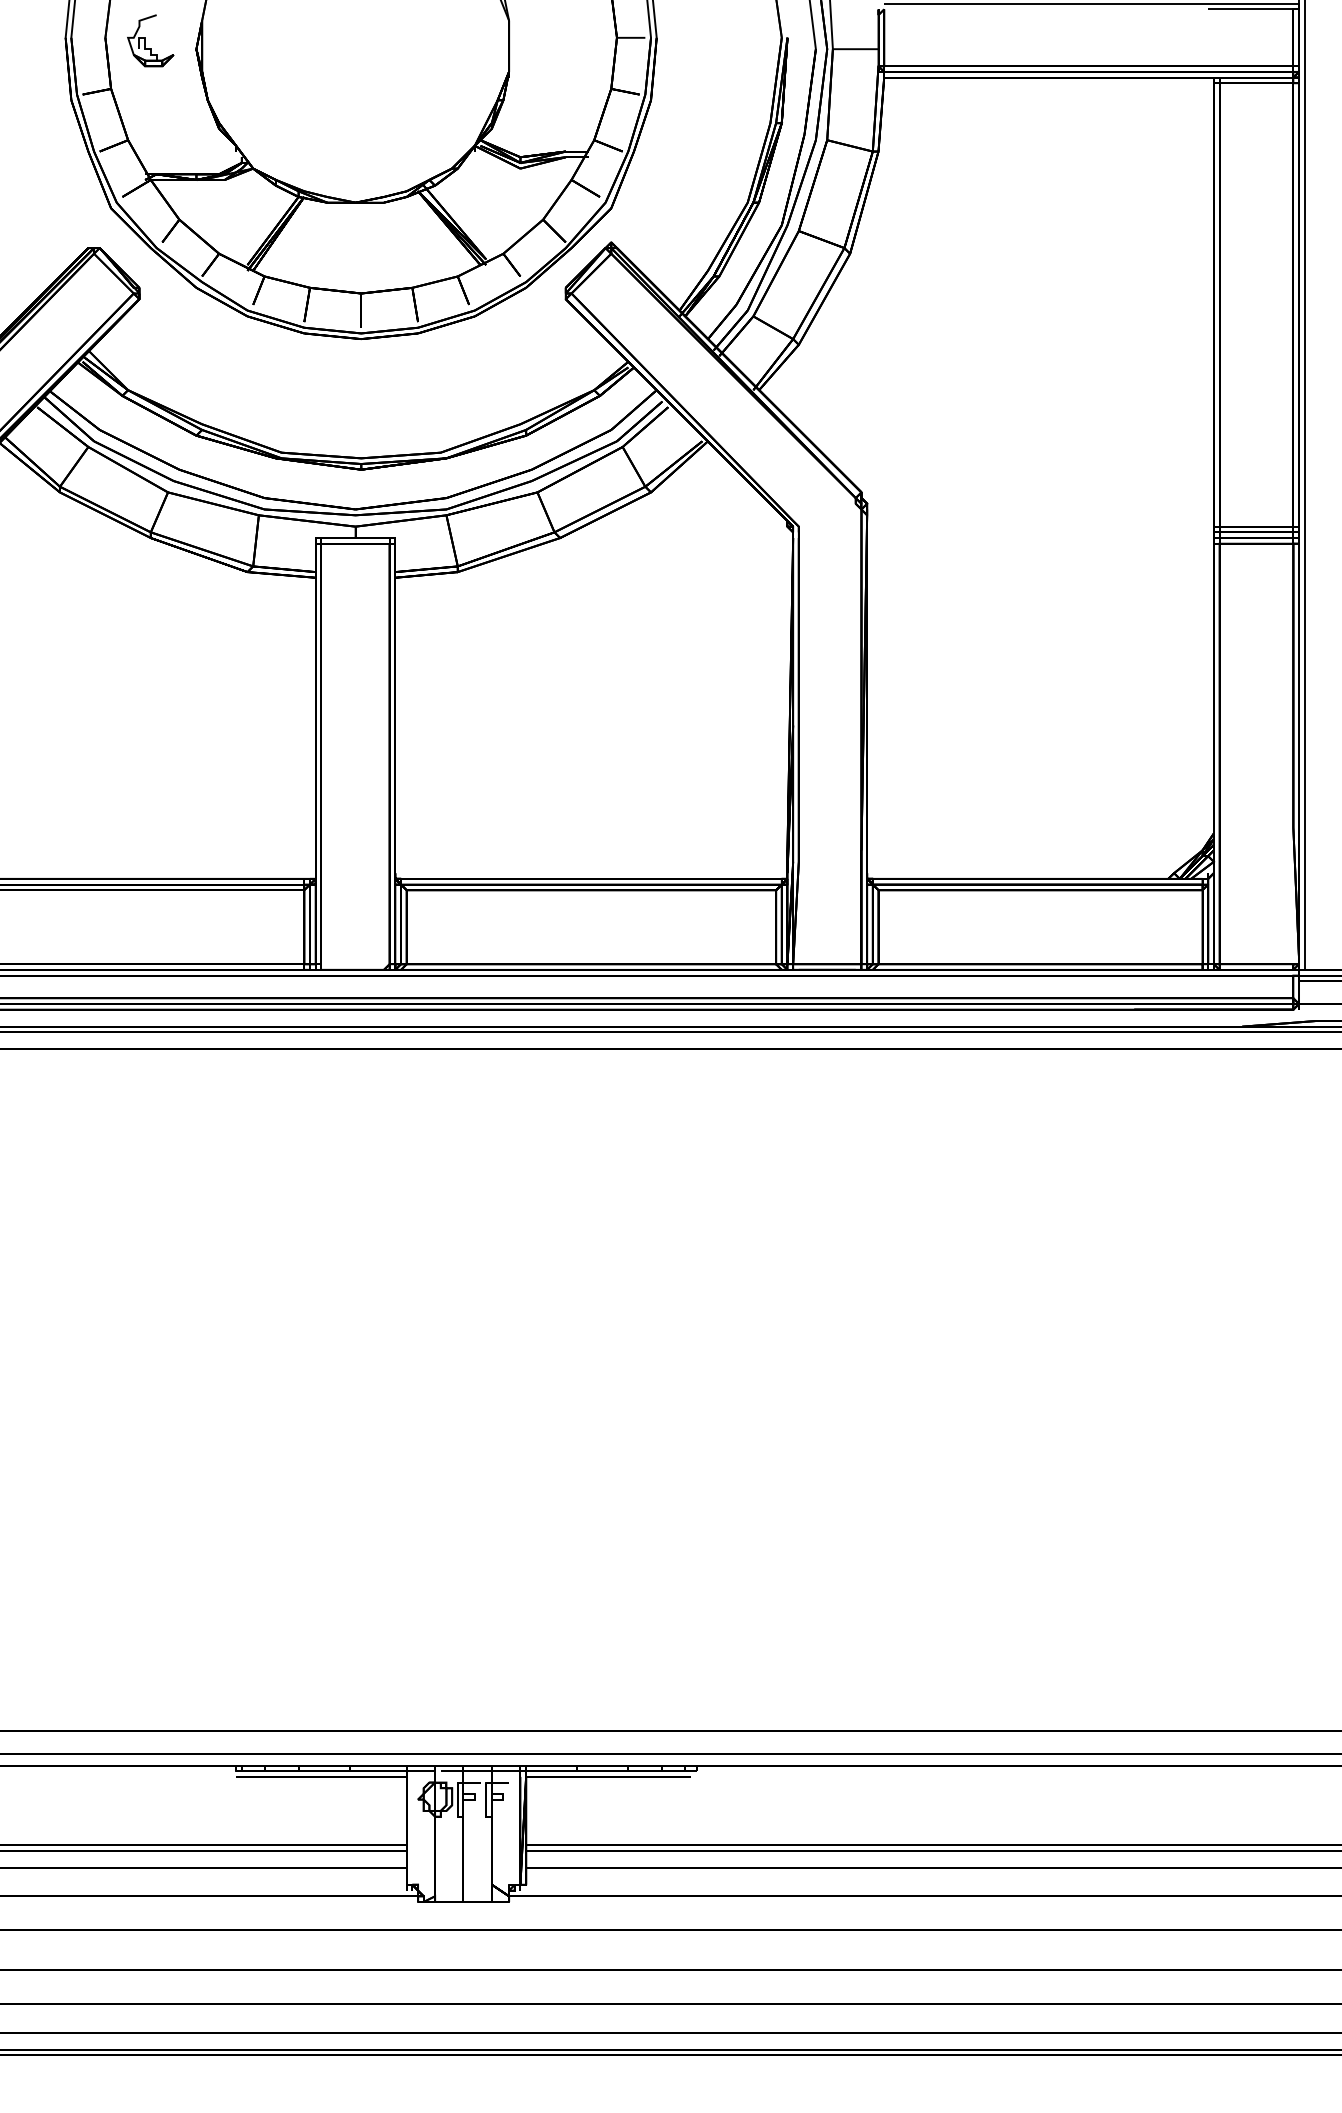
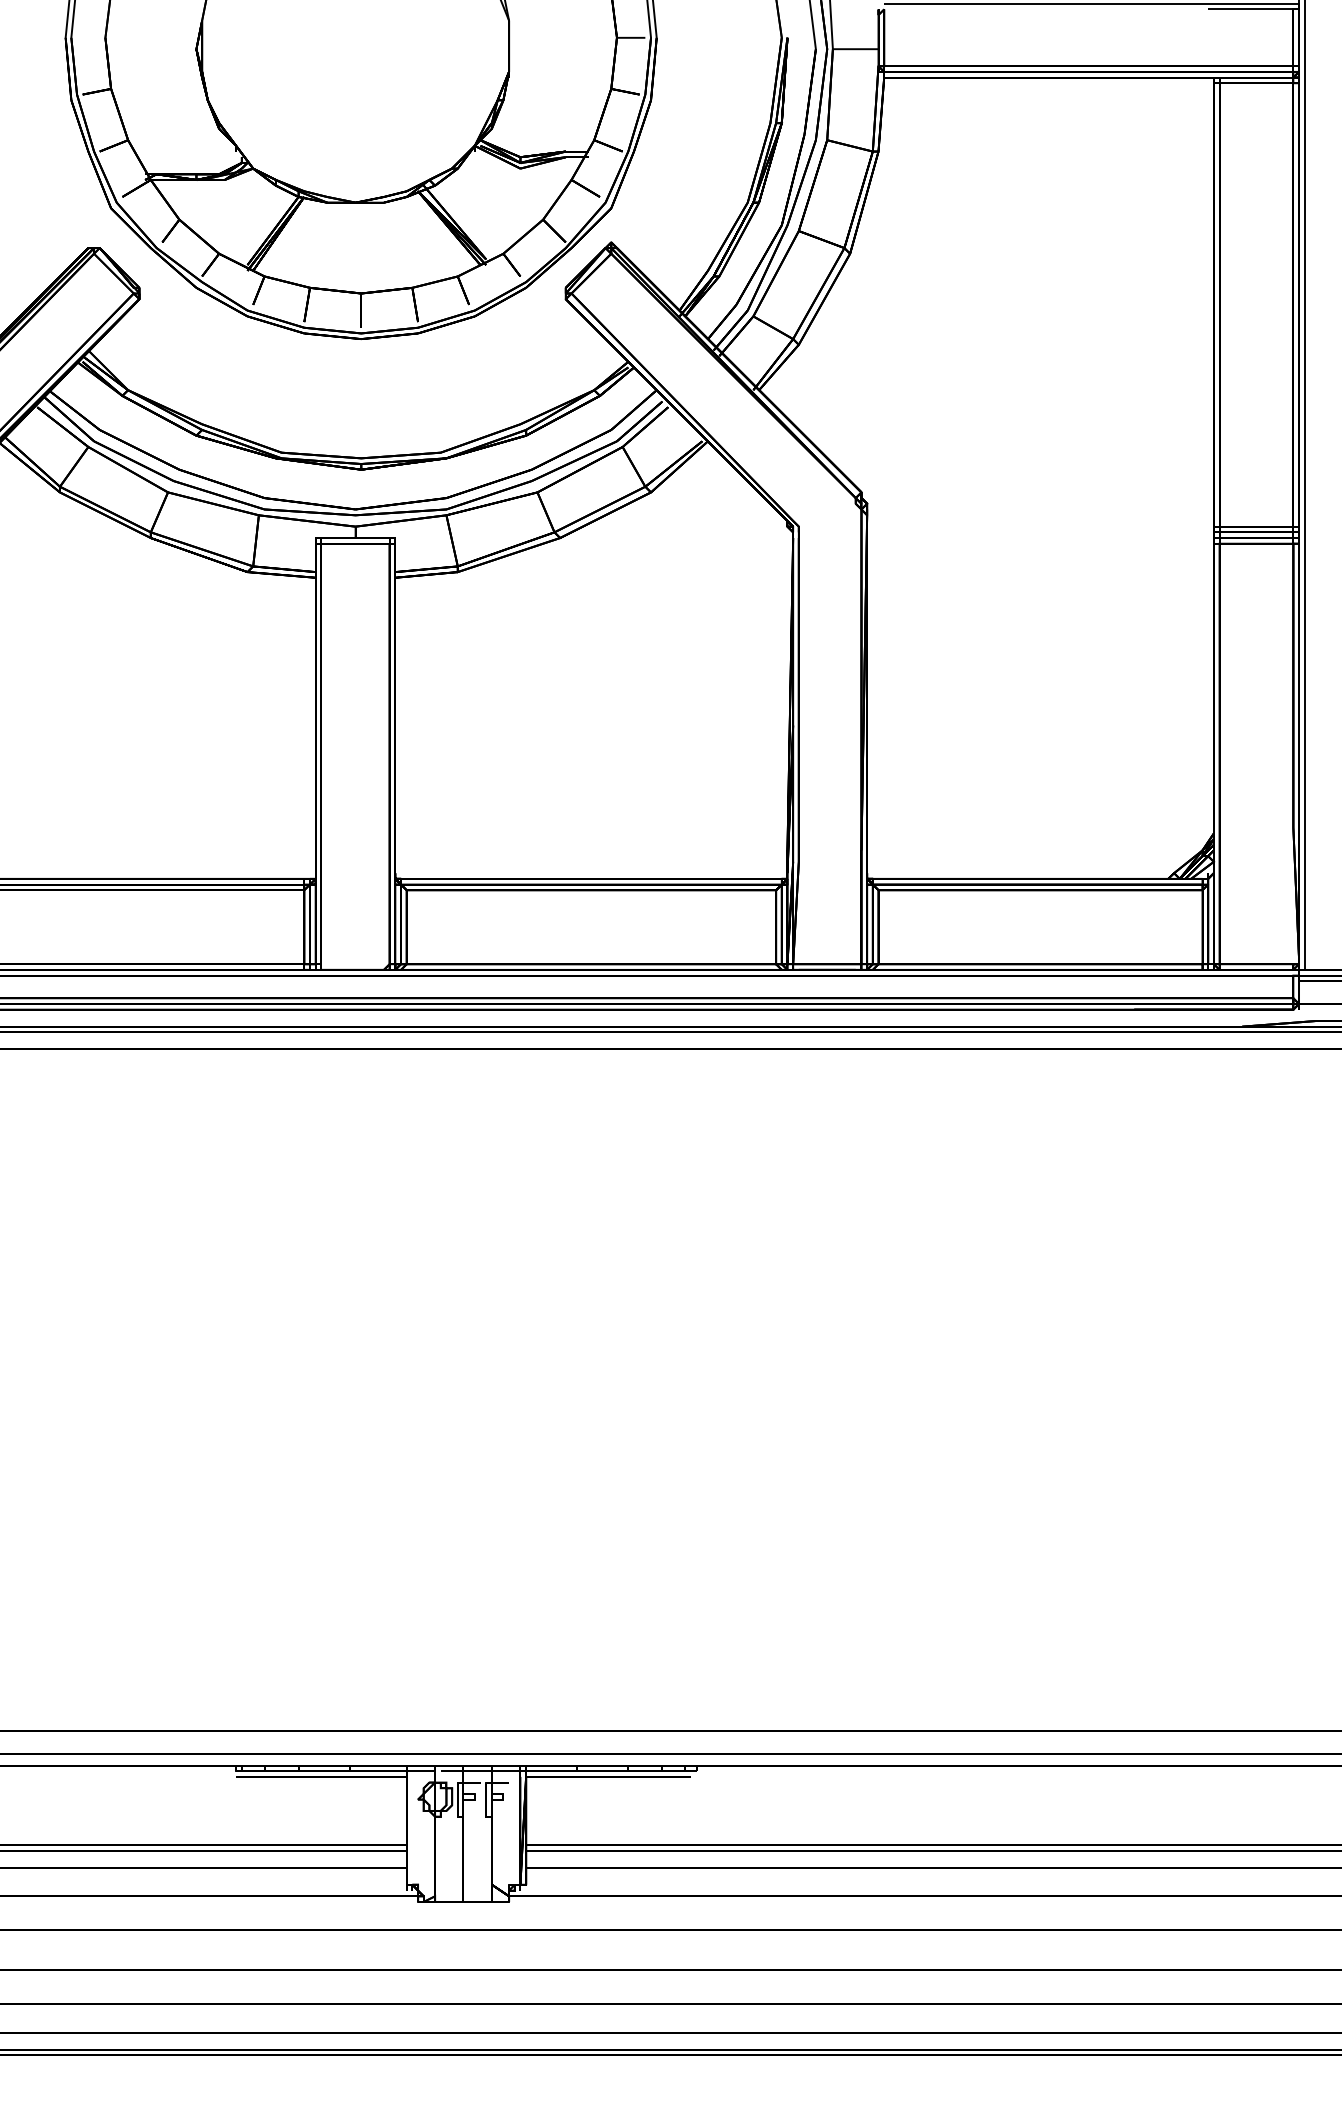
part at (150, 40): present -> none
